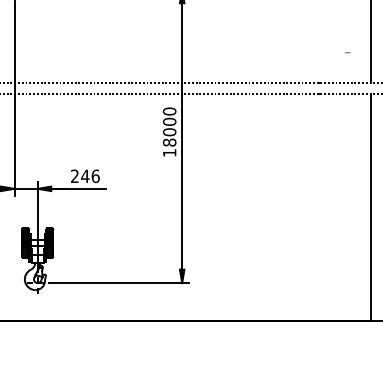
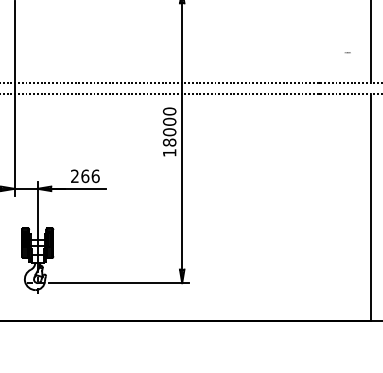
text at (85, 176): 246 -> 266
